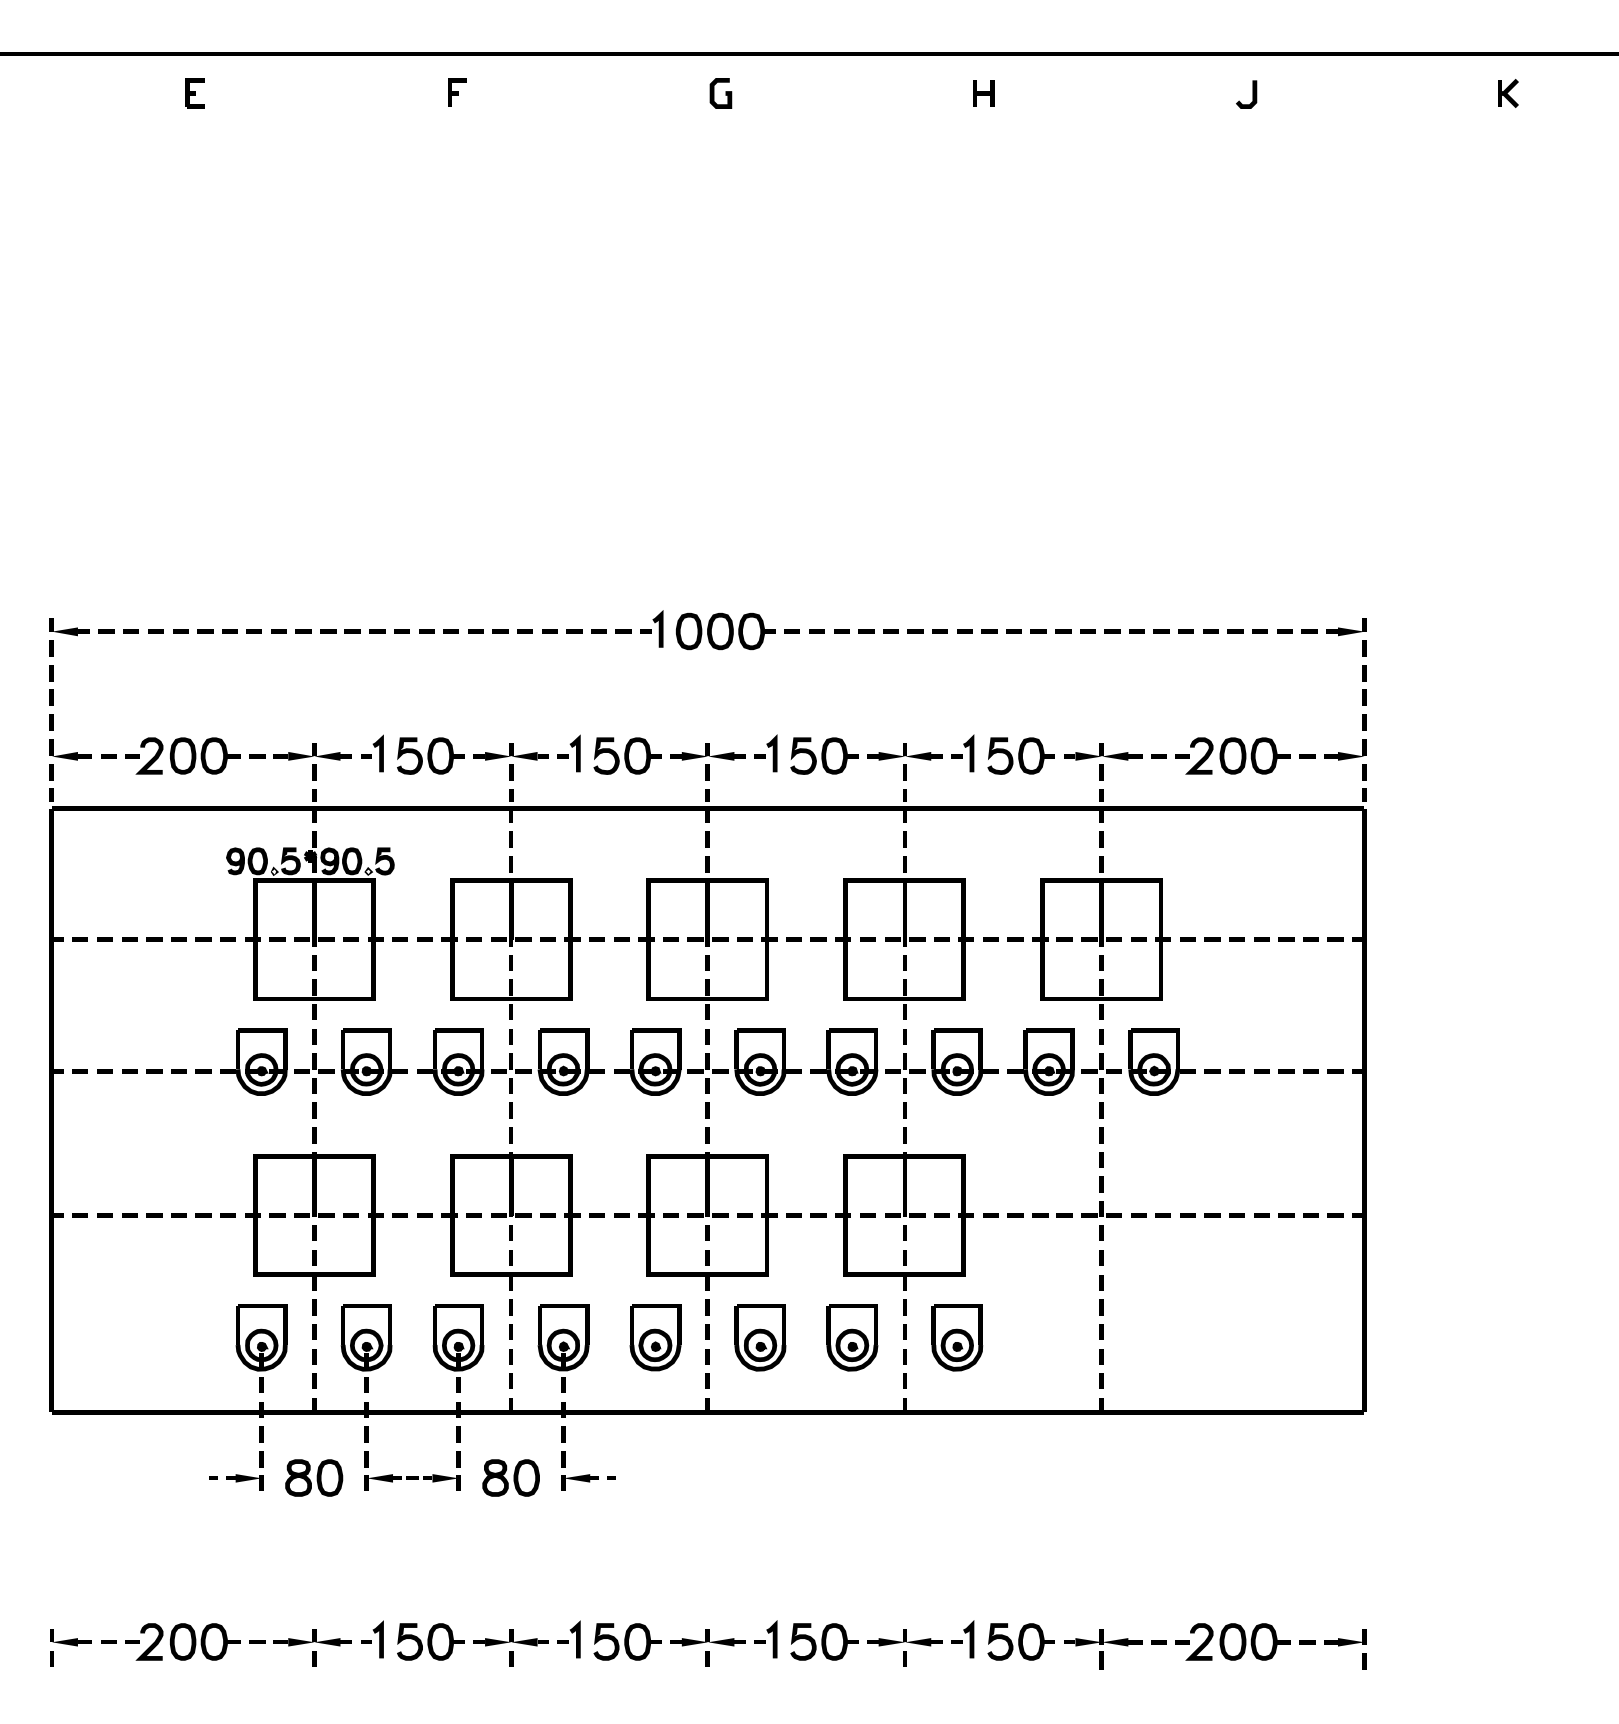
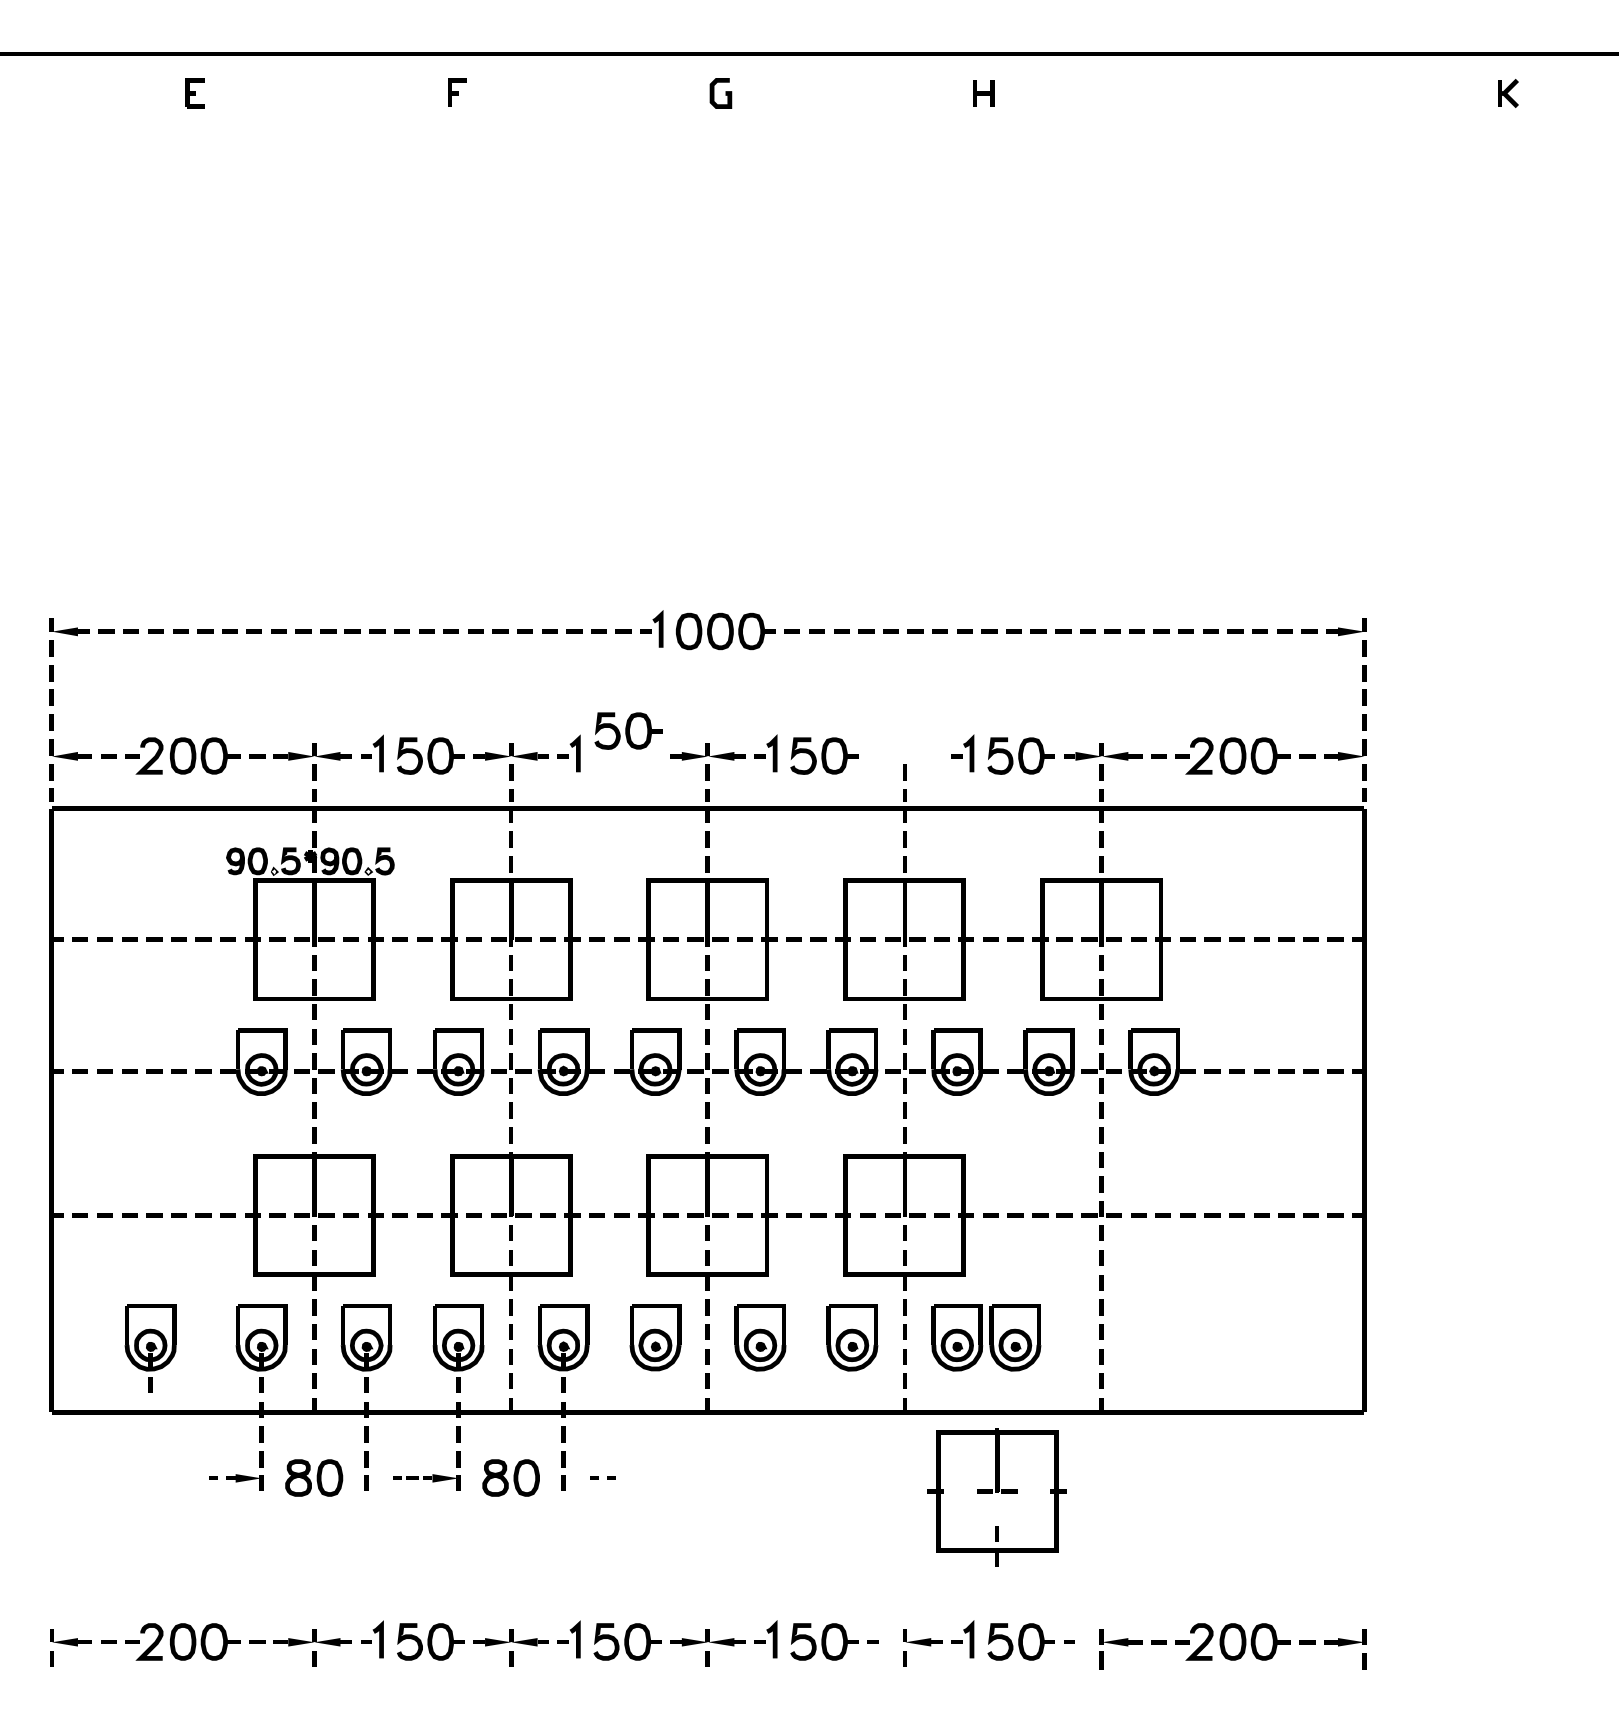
line at (1252, 94): present -> none
part at (904, 751): present -> none
part at (627, 755) position: (627, 755) -> (628, 730)
part at (1015, 1337): none -> present
part at (150, 1348): none -> present
fill at (380, 1478): present -> none
fill at (576, 1478): present -> none
part at (996, 1497): none -> present
fill at (891, 1642): present -> none
fill at (1088, 1642): present -> none
